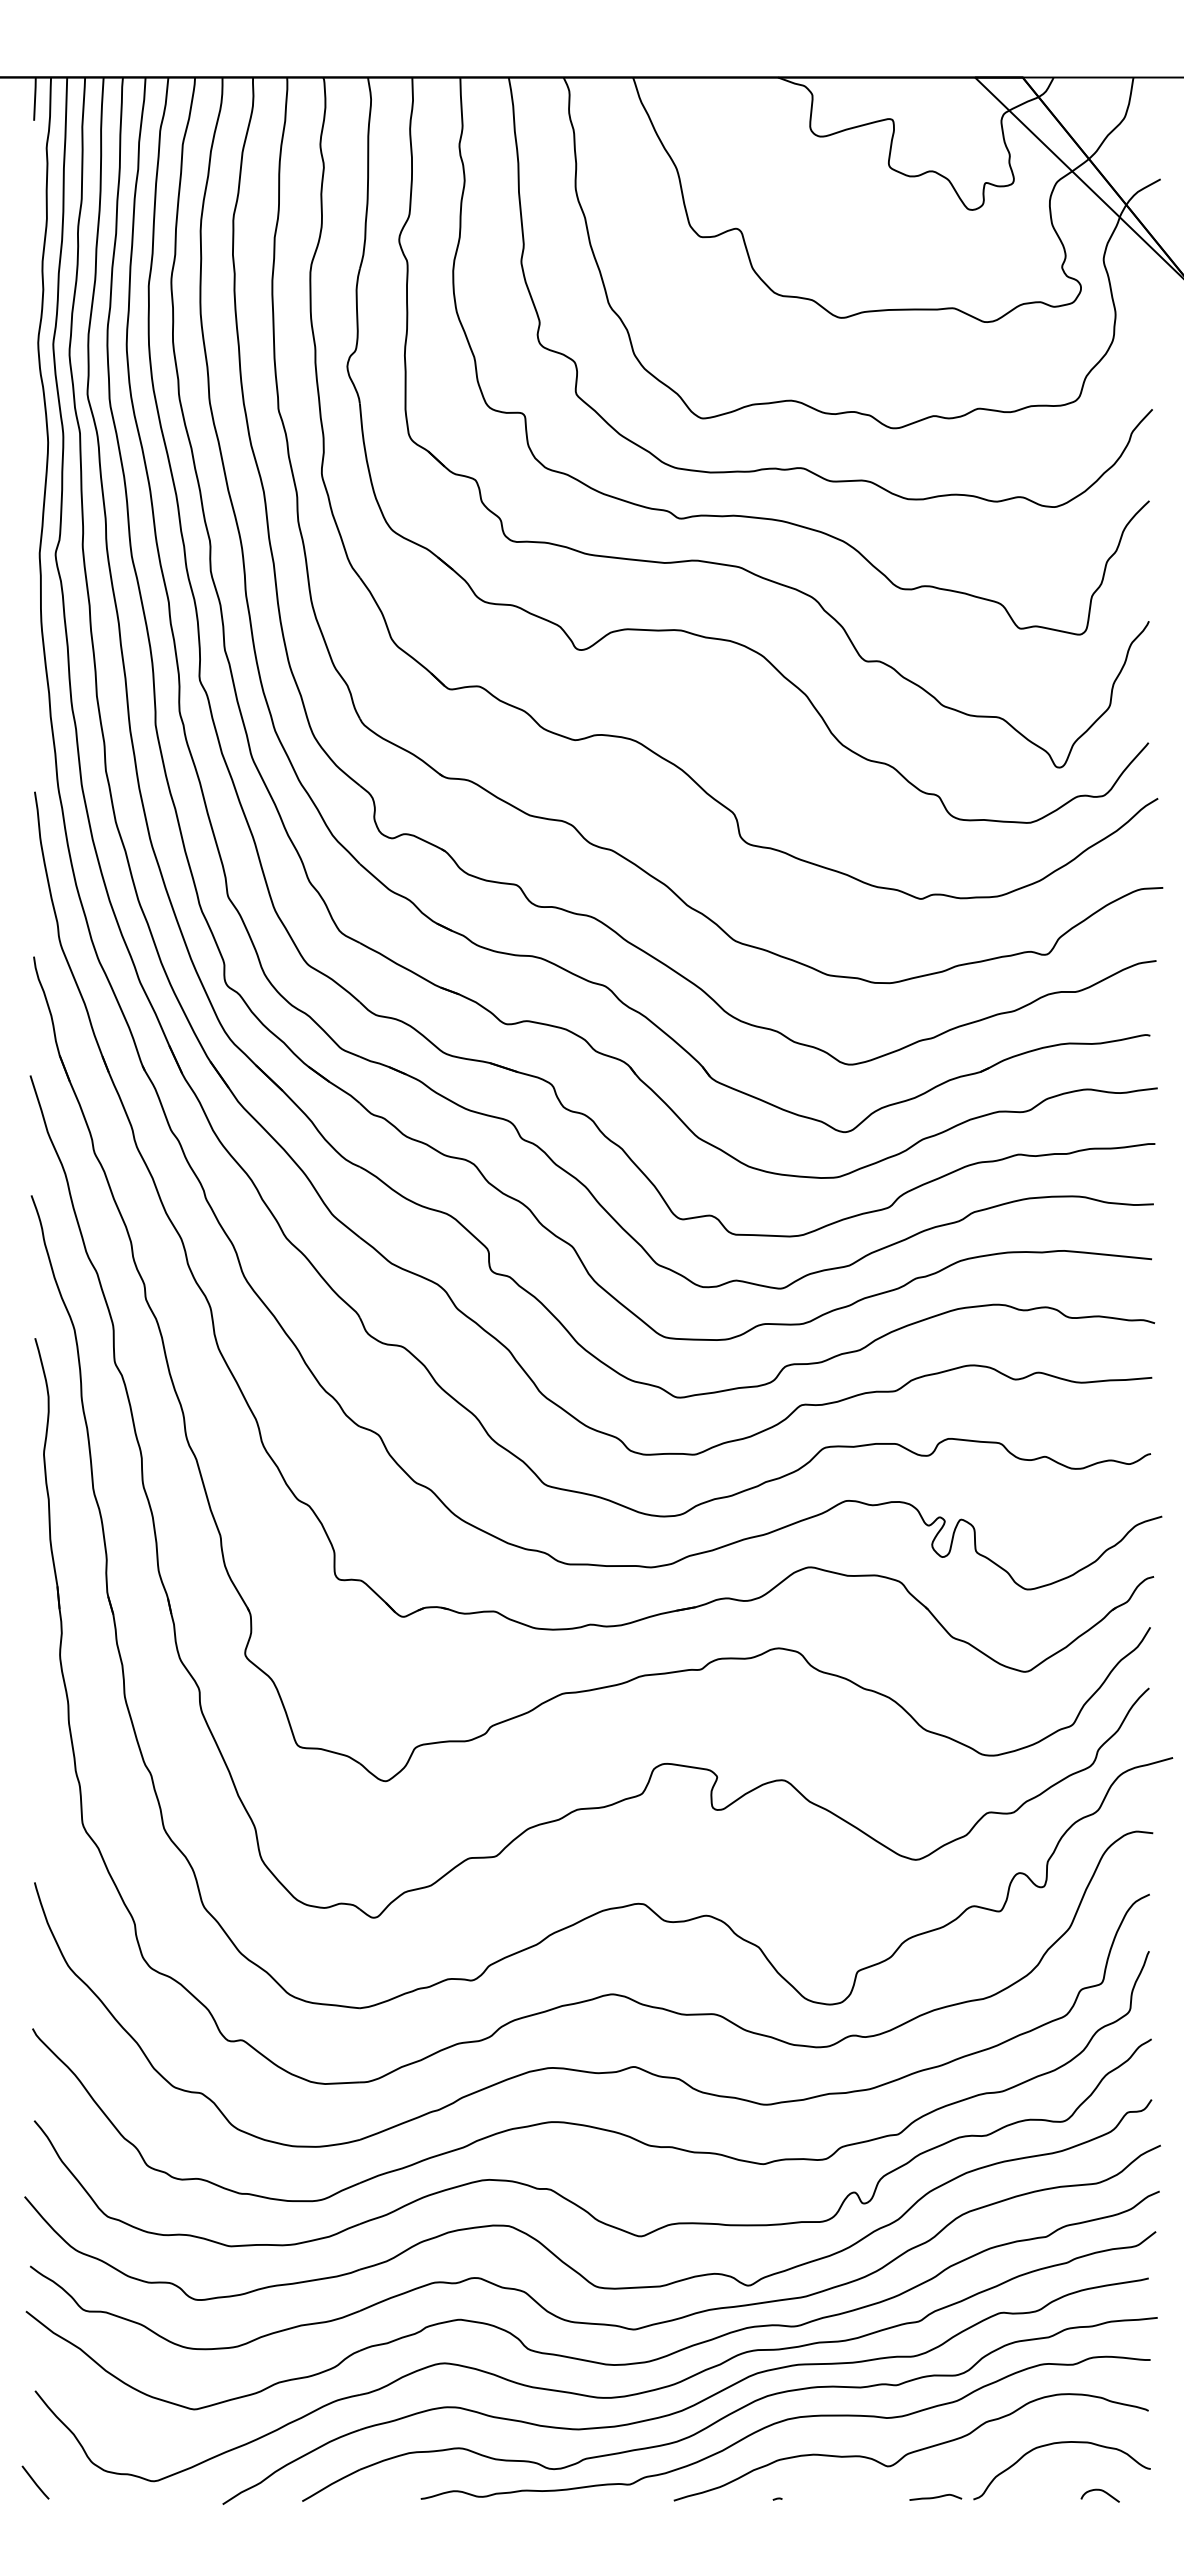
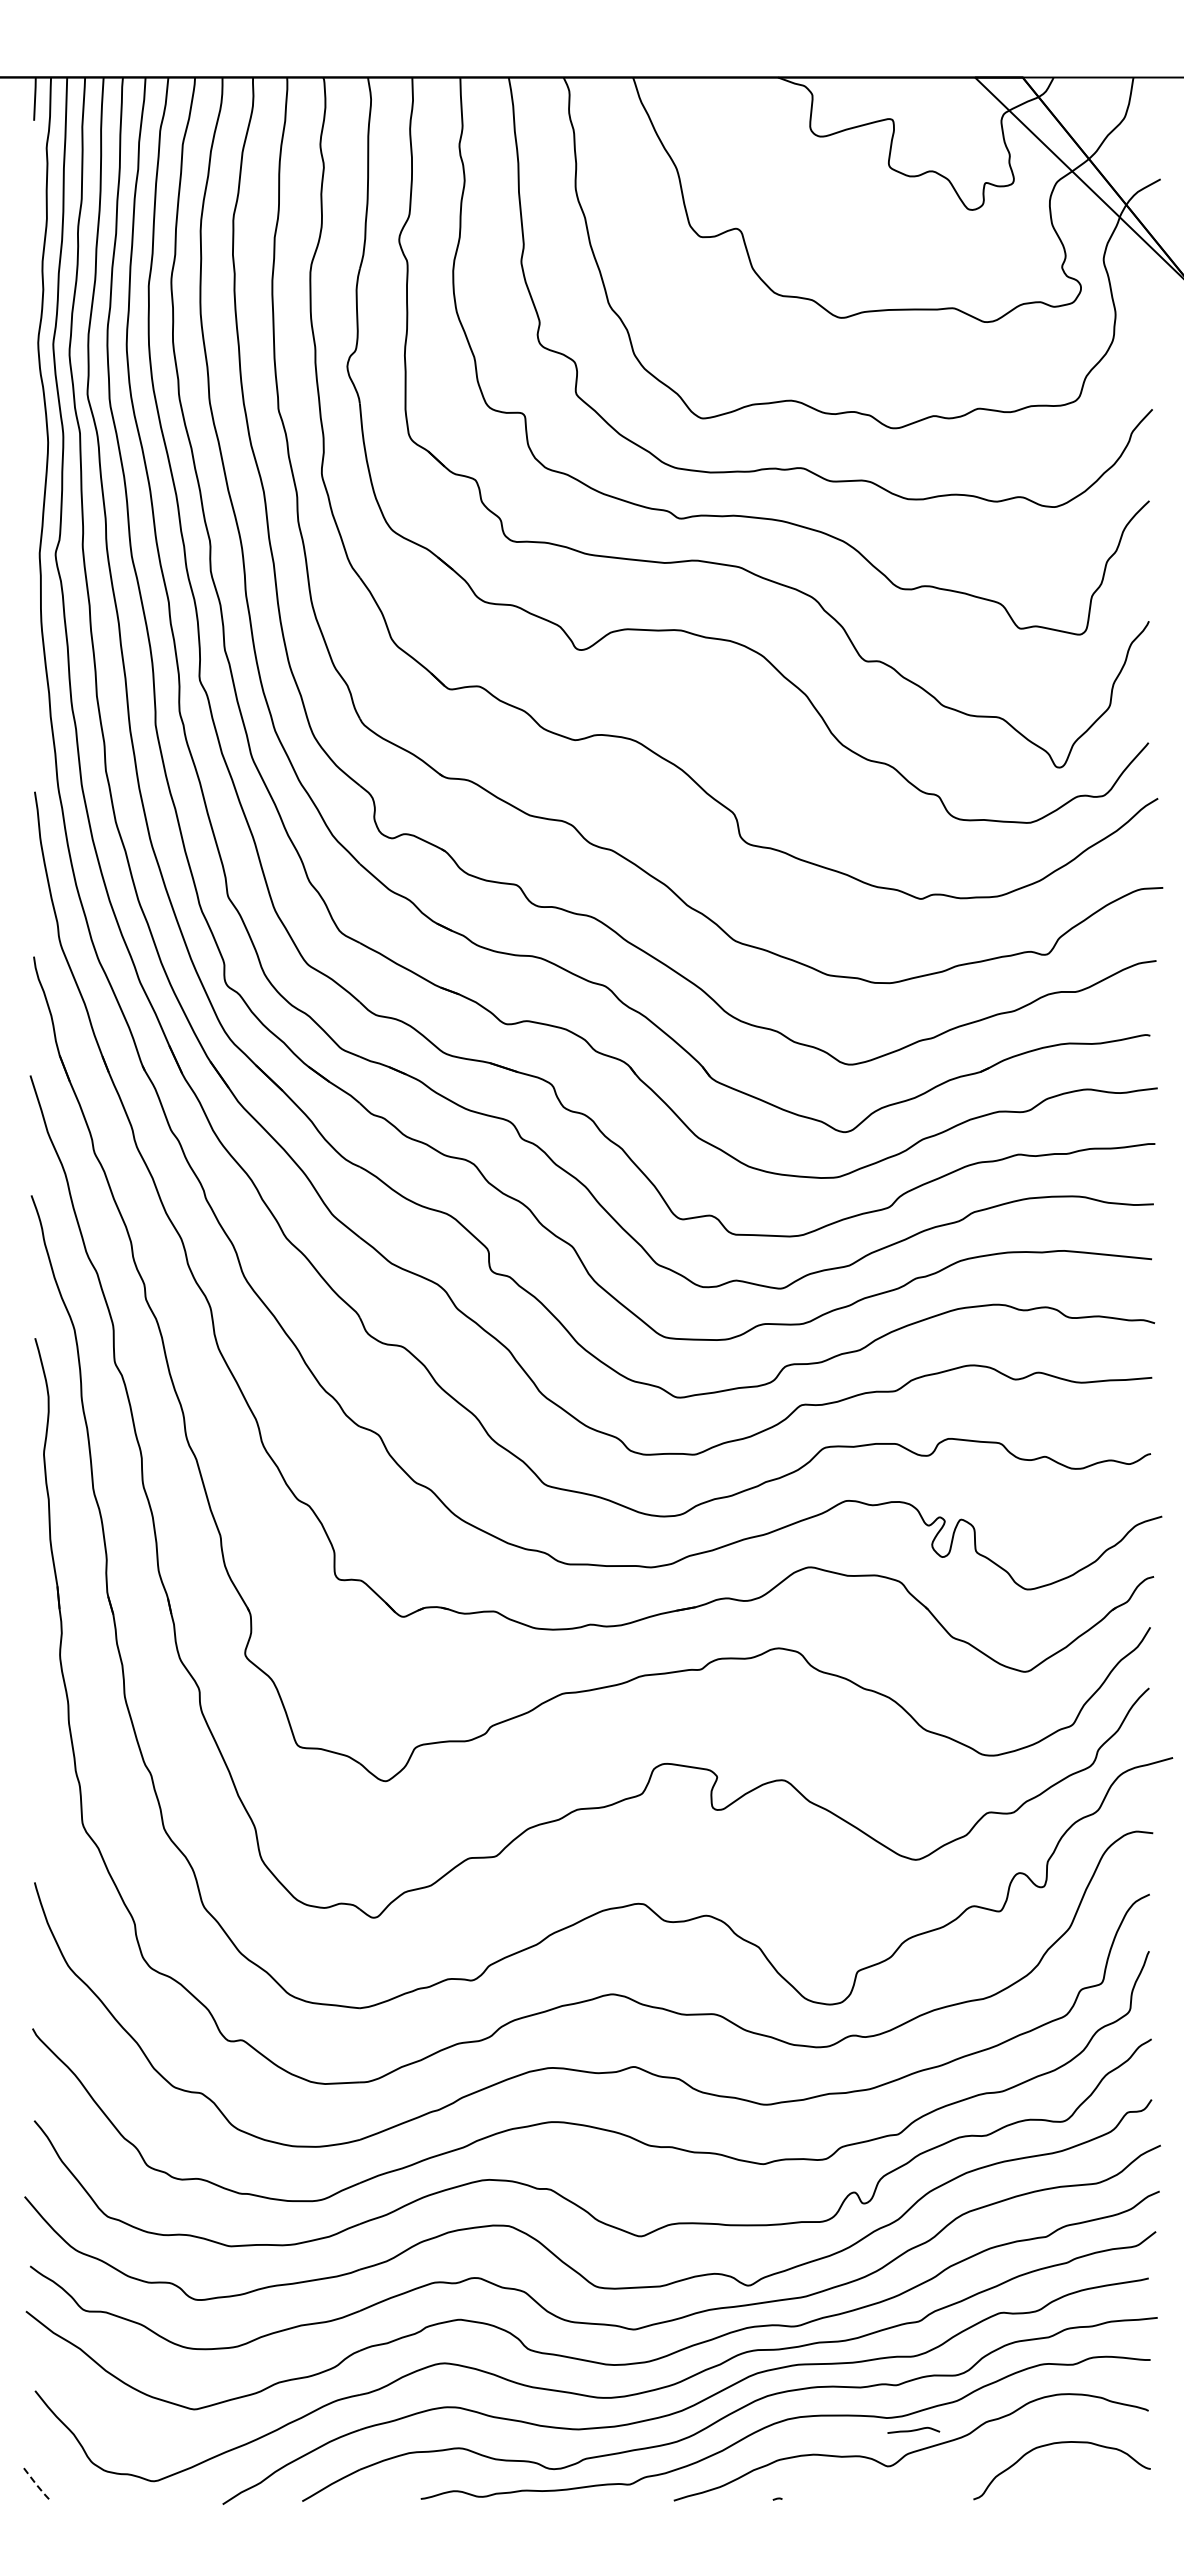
line at (35, 2483): solid -> dashed
curve at (1101, 2491): present -> none
curve at (935, 2496) position: (935, 2496) -> (913, 2429)
